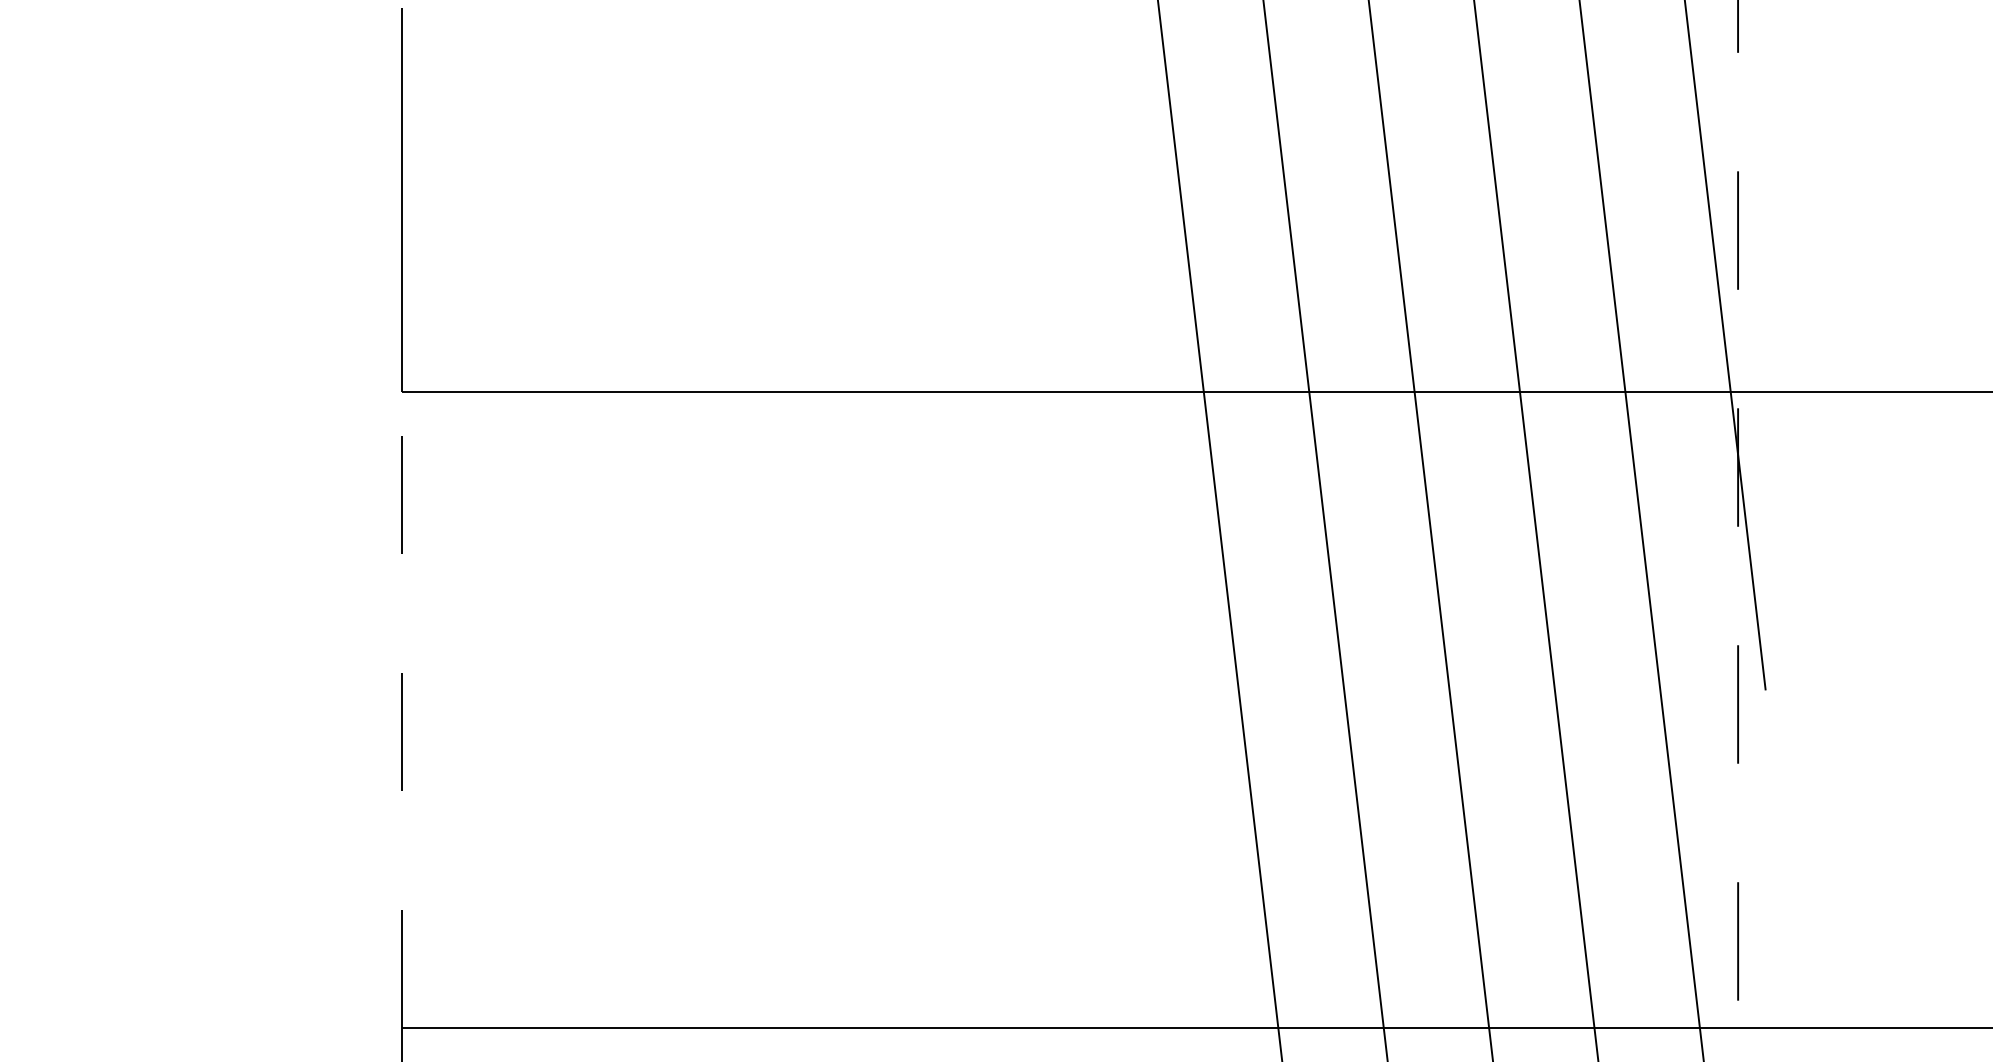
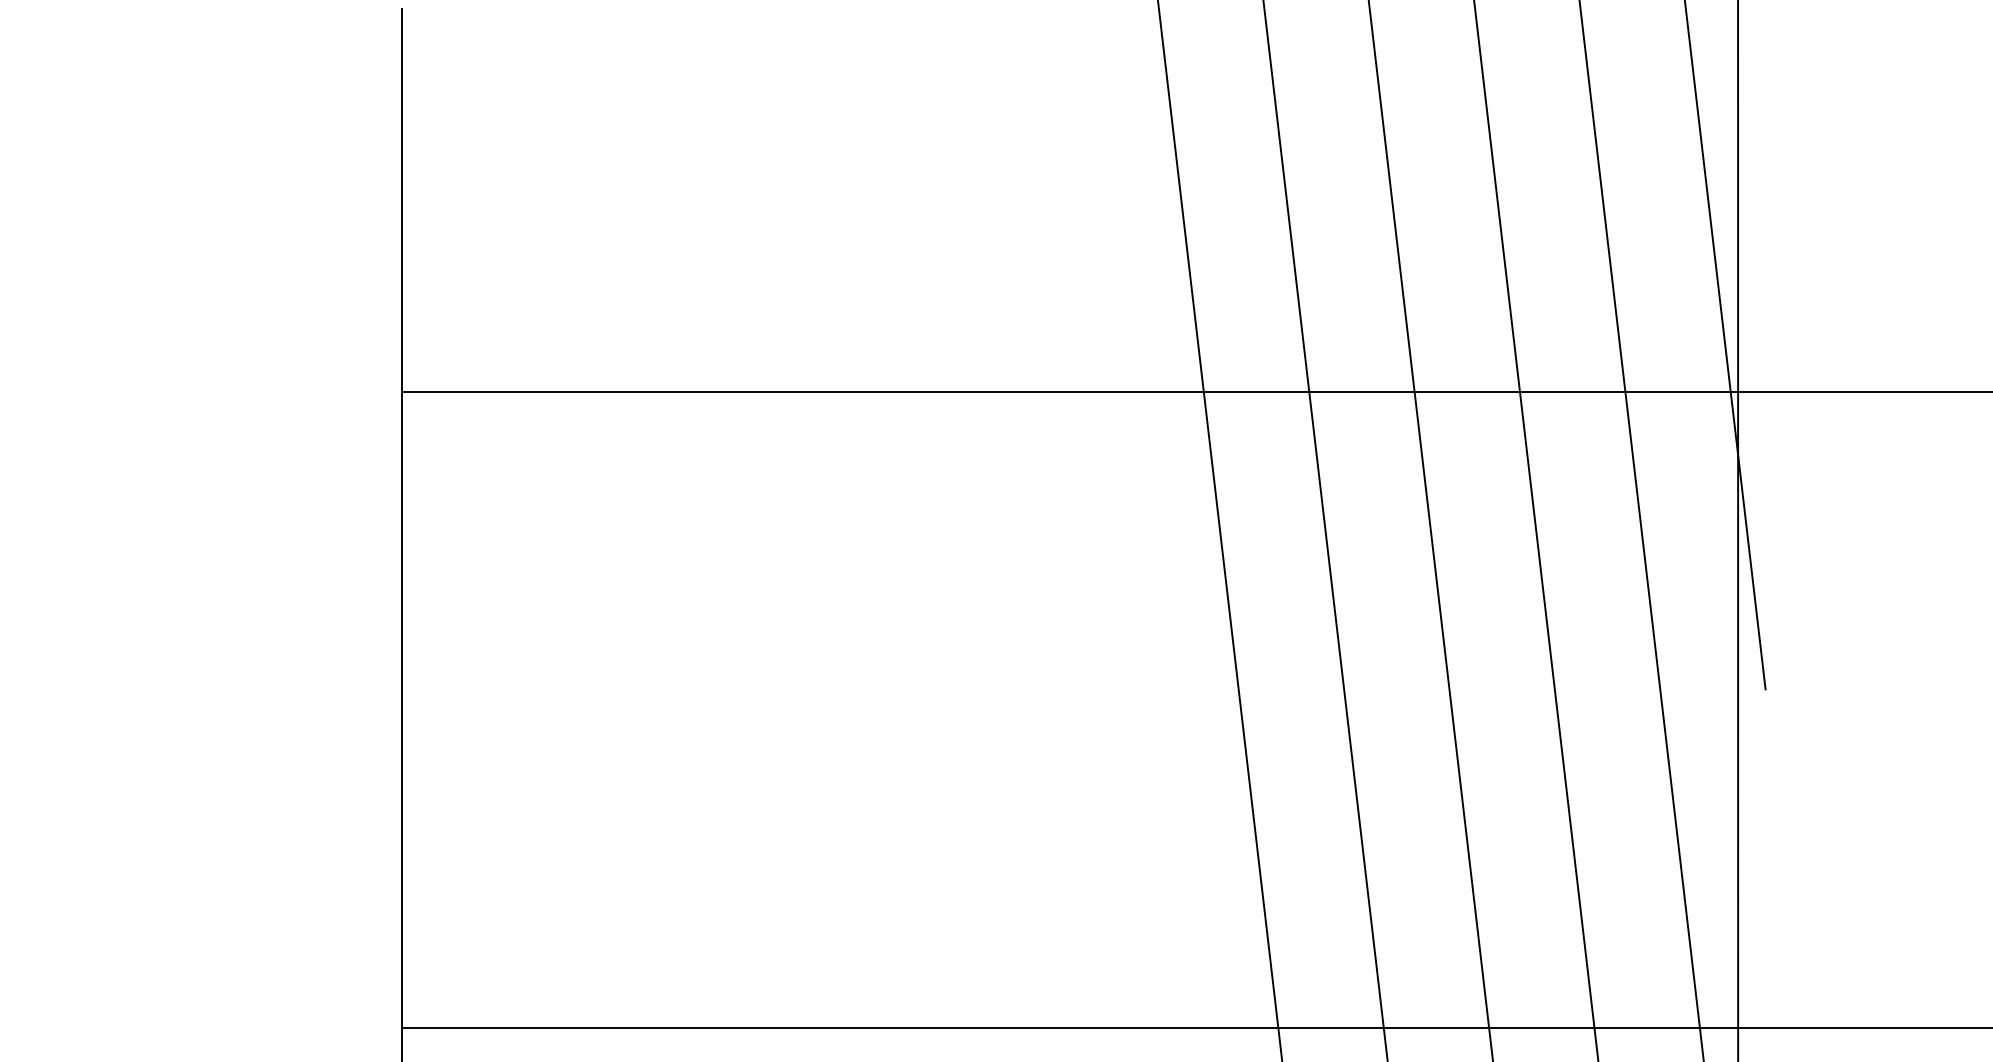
line at (1738, 531): dashed -> solid
line at (402, 709): dashed -> solid
